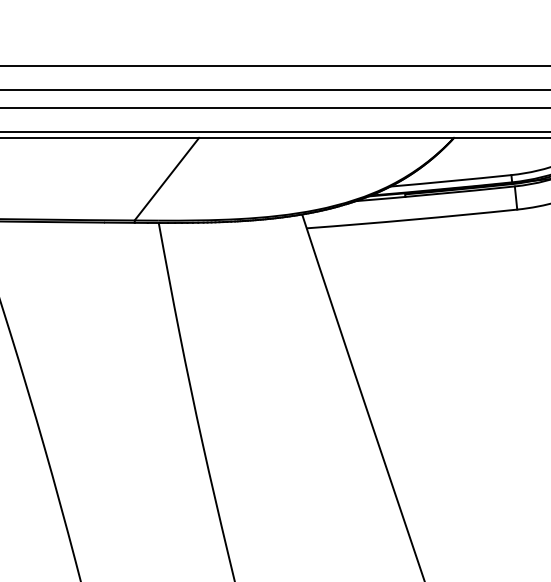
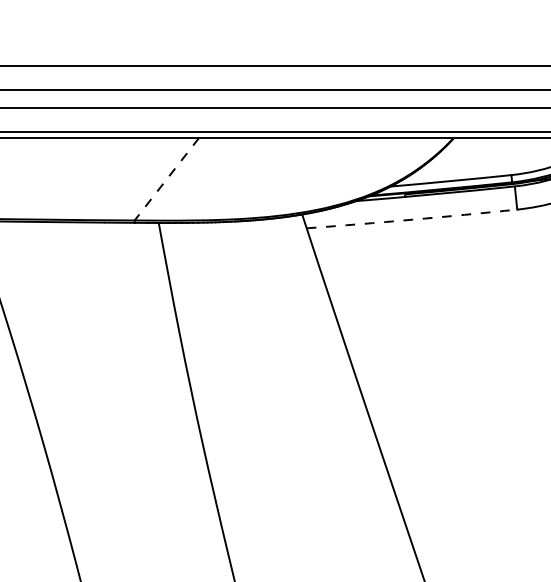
line at (166, 179): solid -> dashed
arc at (412, 219): solid -> dashed
